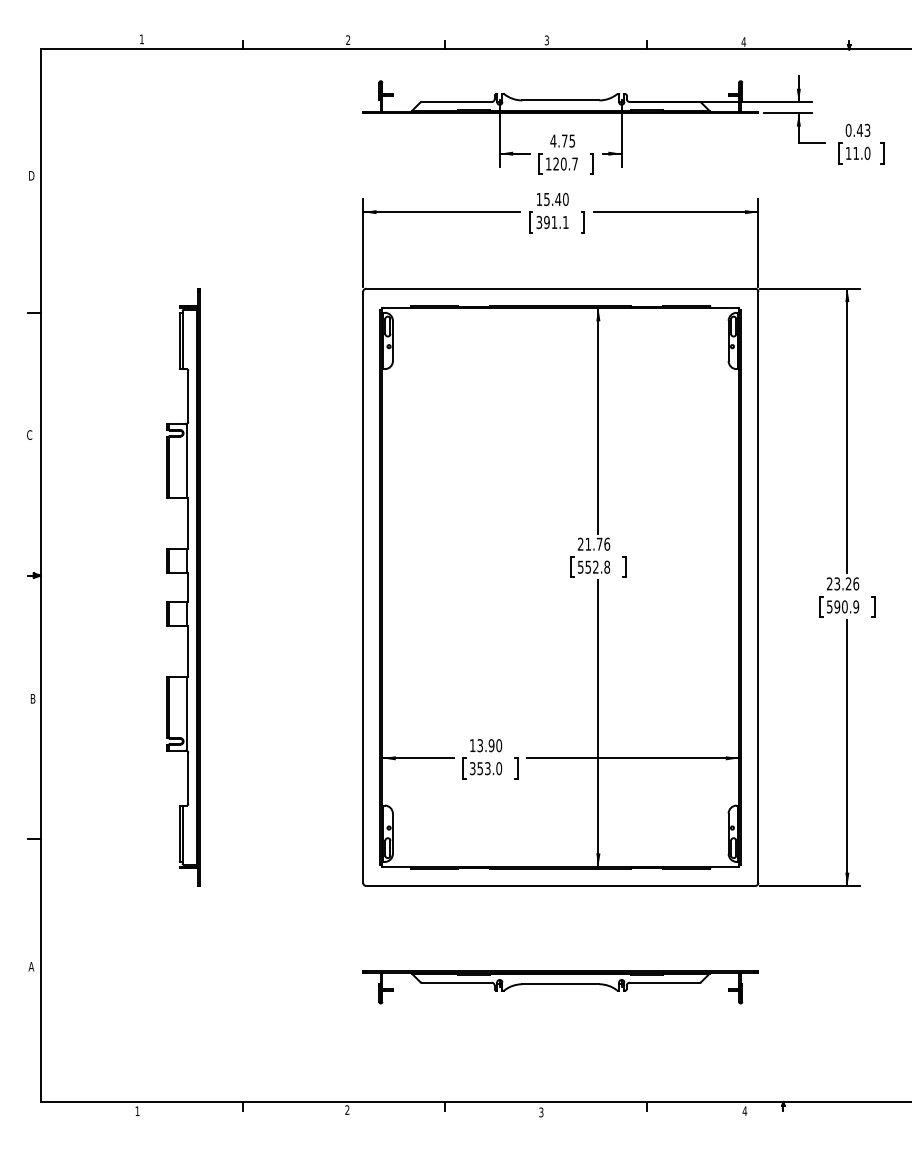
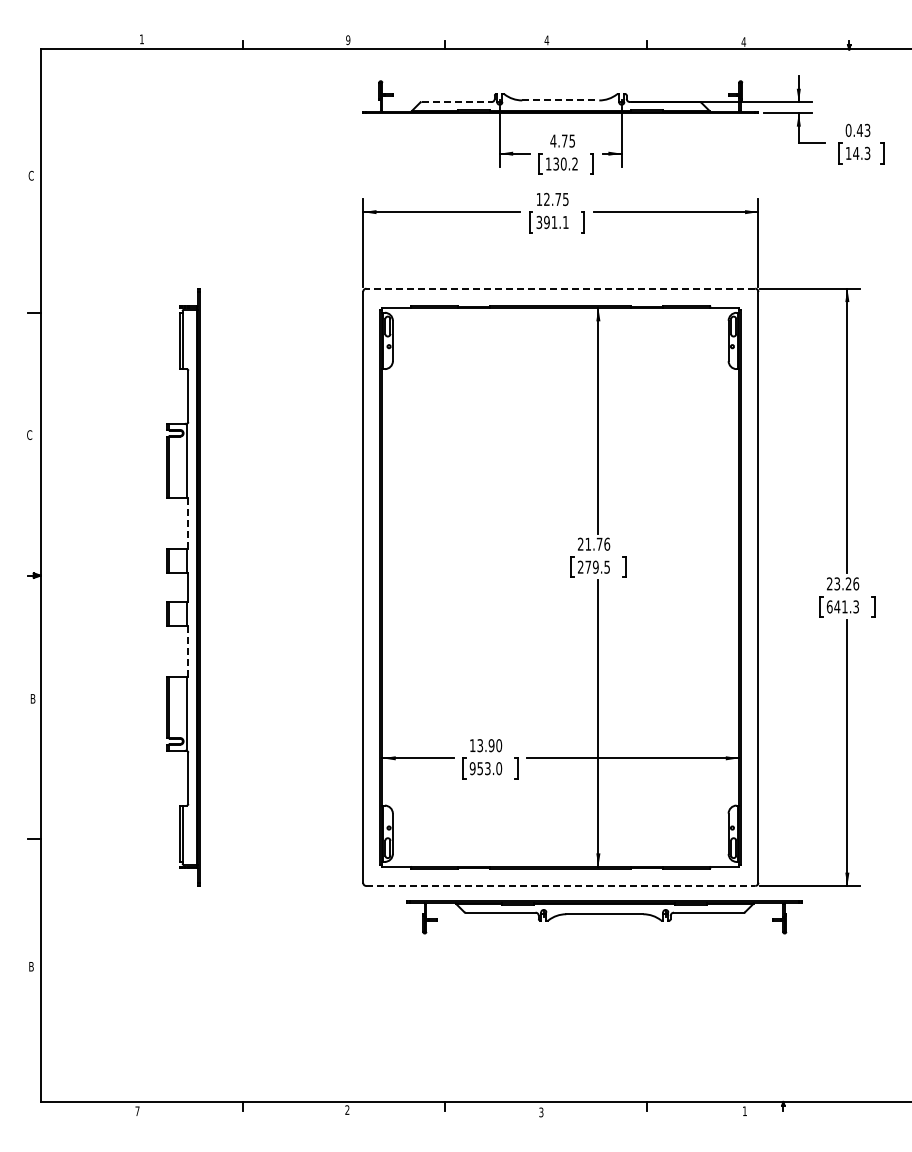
text at (348, 40): 2 -> 9
text at (546, 40): 3 -> 4
line at (560, 100): solid -> dashed
line at (457, 102): solid -> dashed
text at (861, 152): 11.0 -> 14.3
text at (565, 163): 120.7 -> 130.2
text at (31, 175): D -> C
text at (556, 199): 15.40 -> 12.75
line at (560, 288): solid -> dashed
line at (188, 523): solid -> dashed
text at (594, 566): 552.8 -> 279.5
text at (842, 606): 590.9 -> 641.3
line at (188, 651): solid -> dashed
text at (472, 768): 353.0 -> 953.0
line at (561, 886): solid -> dashed
text at (31, 966): A -> B
part at (560, 987) position: (560, 987) -> (604, 917)
text at (137, 1110): 1 -> 7
text at (744, 1110): 4 -> 1
